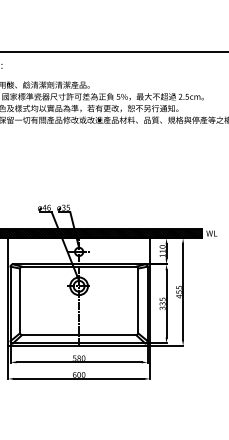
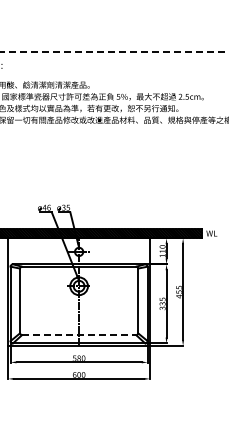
line at (114, 51): solid -> dashed
line at (79, 335): solid -> dashed
